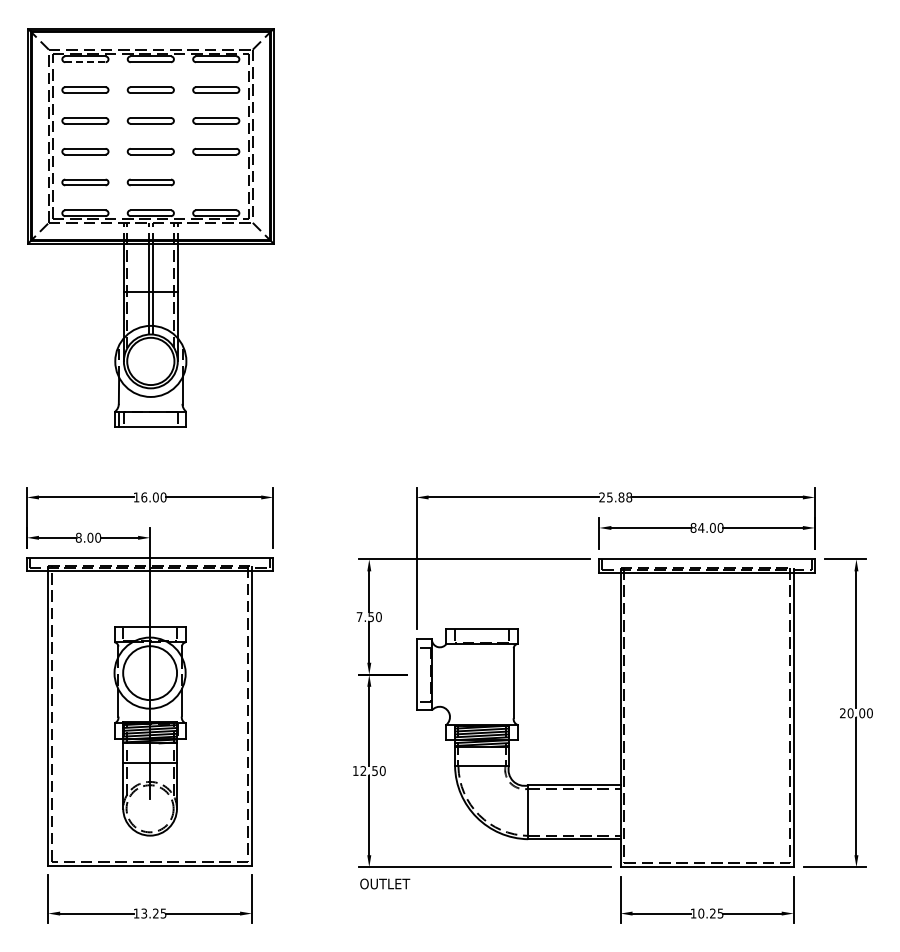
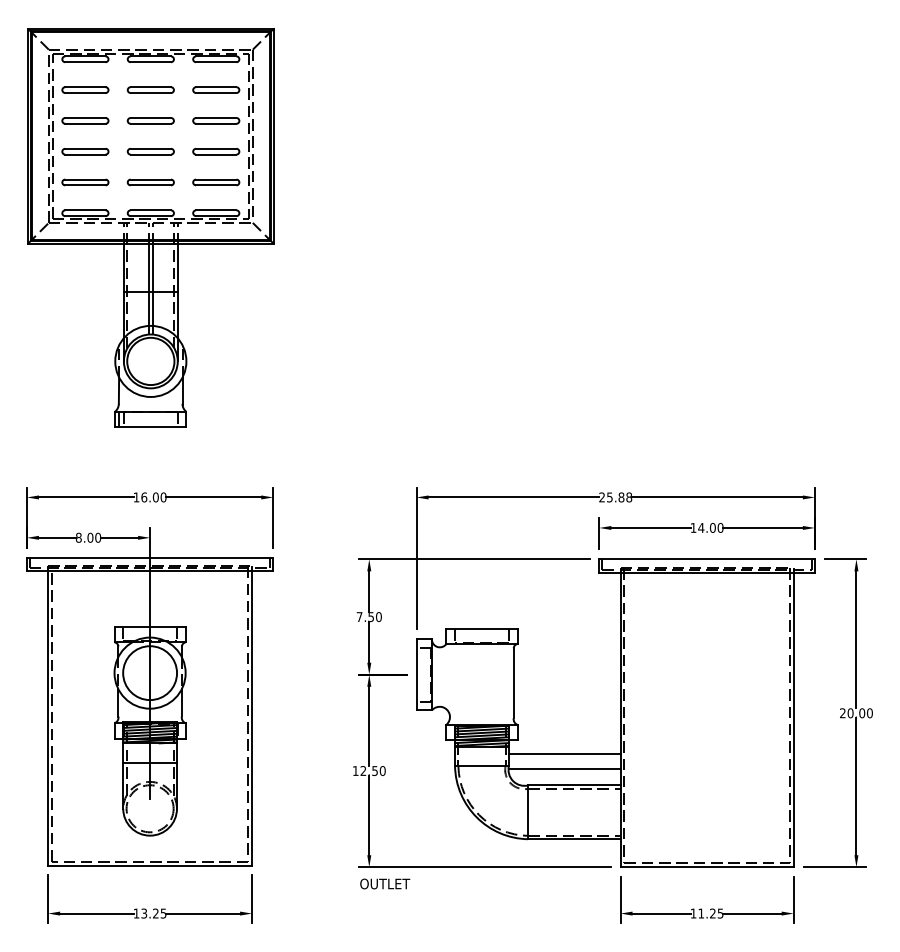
line at (85, 62): dashed -> solid
part at (216, 182): none -> present
text at (693, 527): 84.00 -> 14.00
line at (564, 753): none -> present
line at (564, 768): none -> present
text at (701, 913): 10.25 -> 11.25
